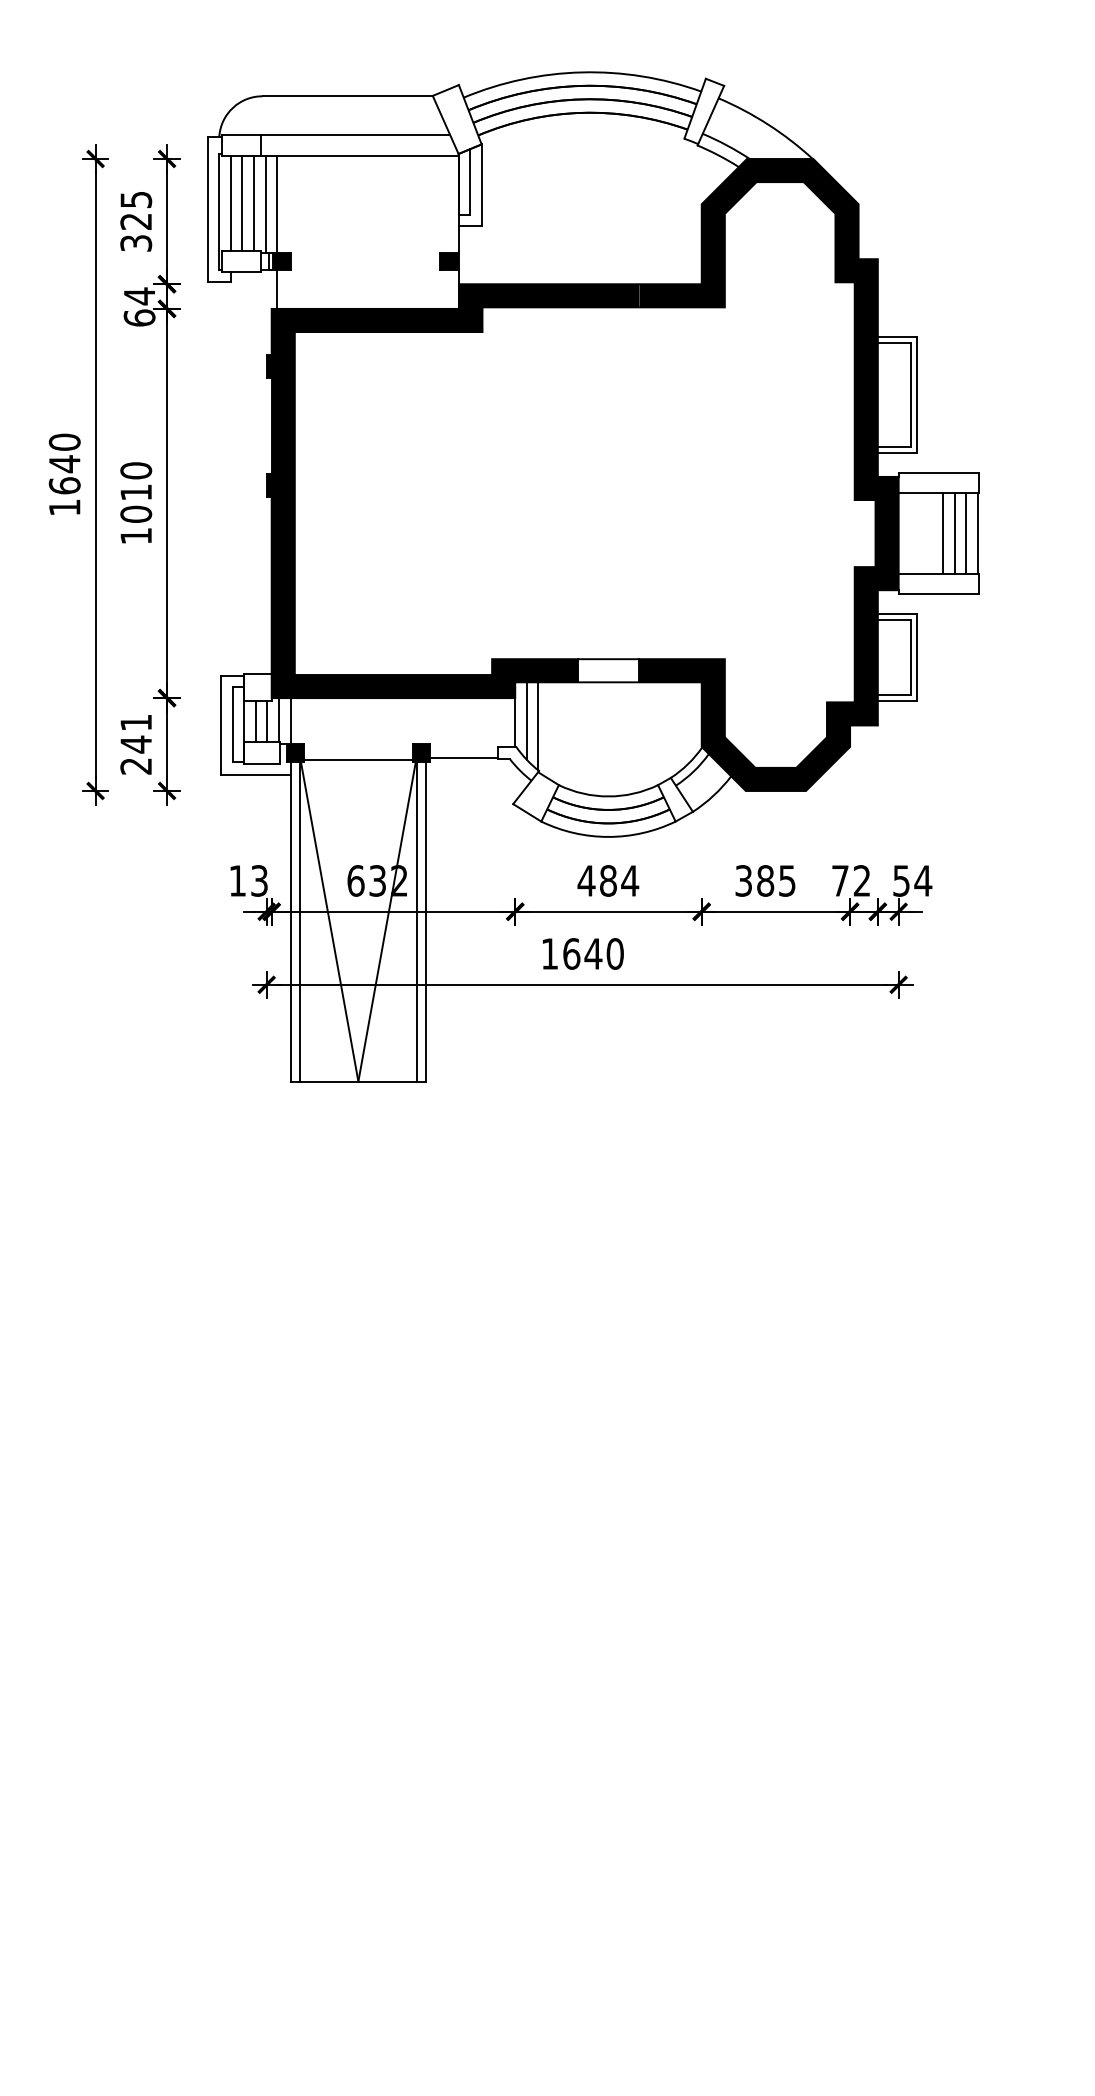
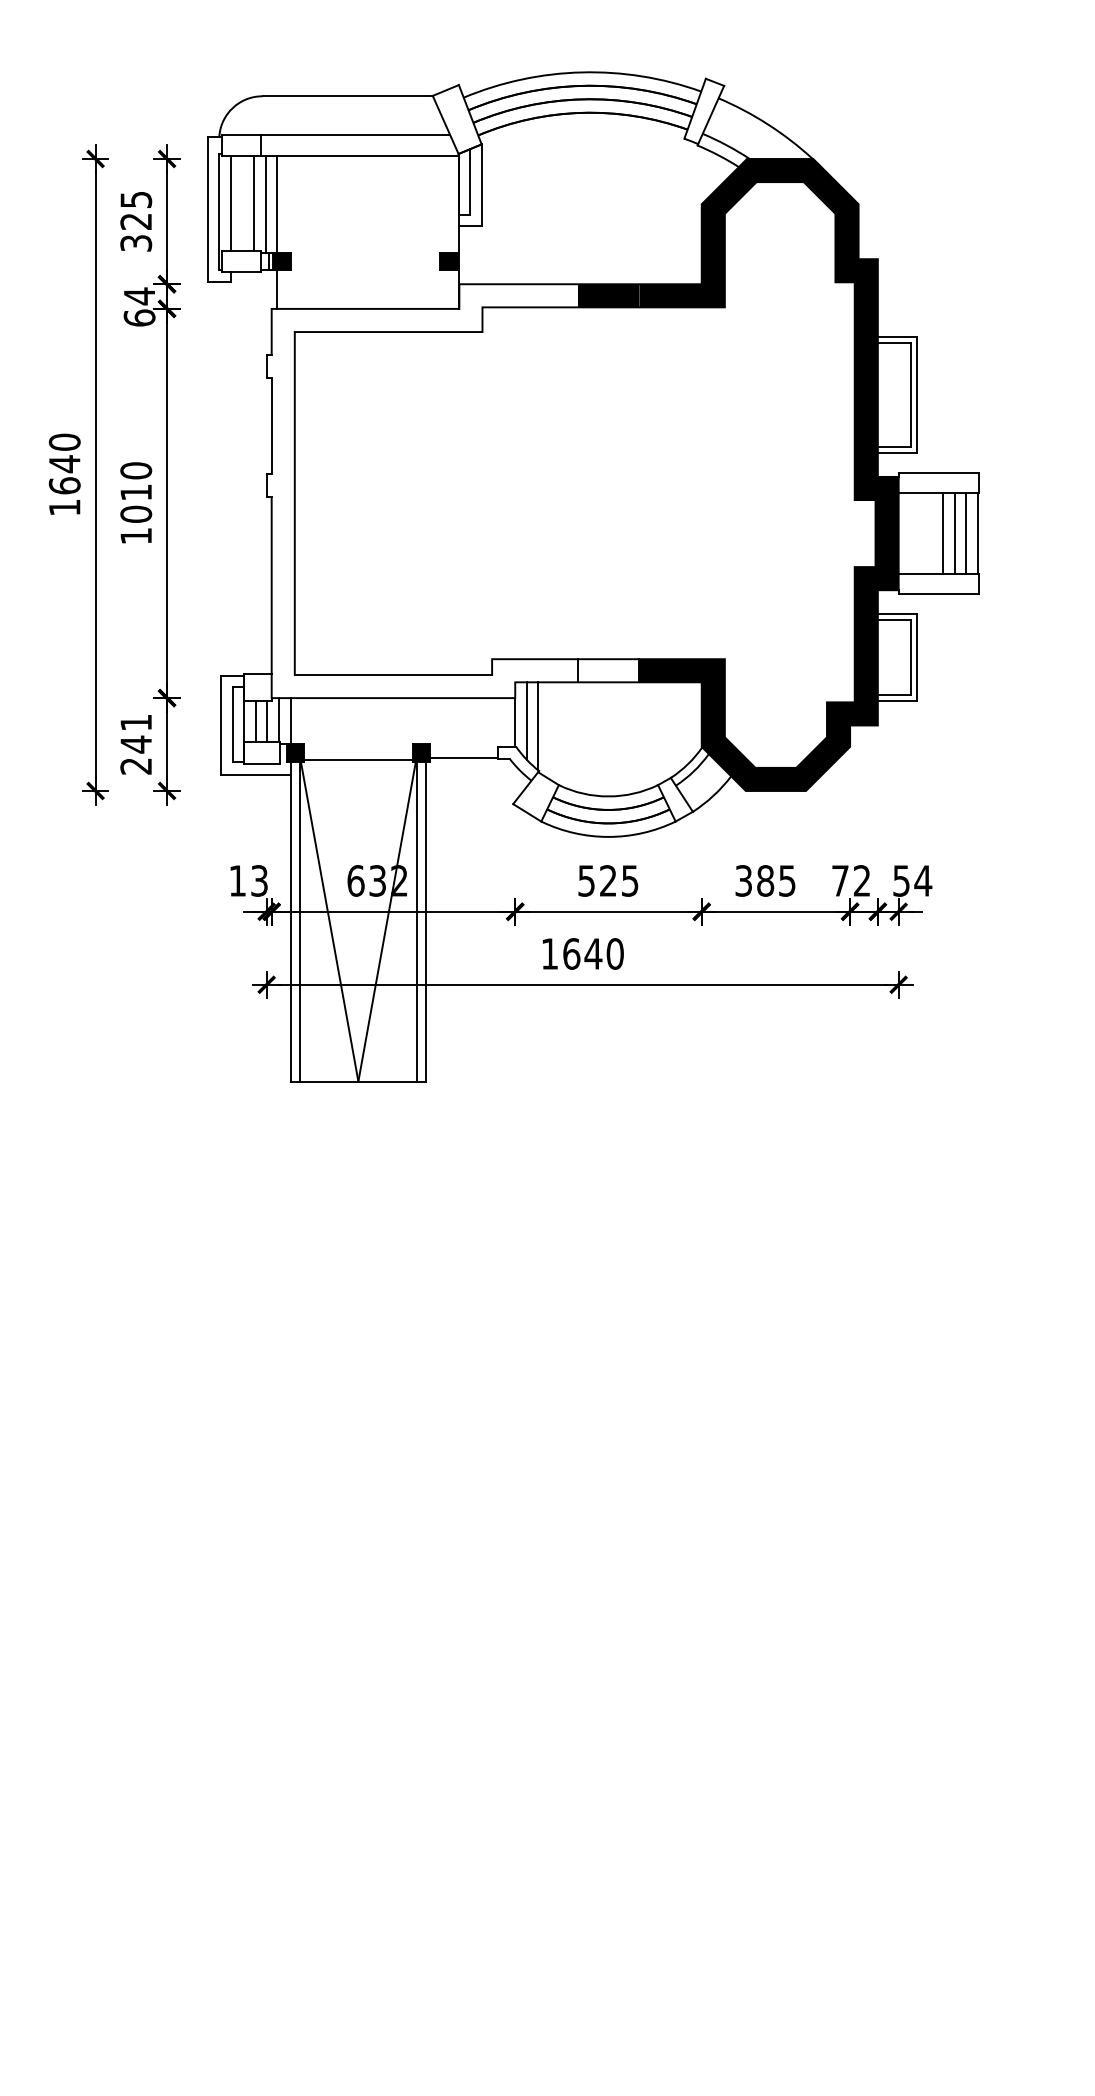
line at (242, 202): present -> none
fill at (421, 491): present -> none
text at (608, 880): 484 -> 525
